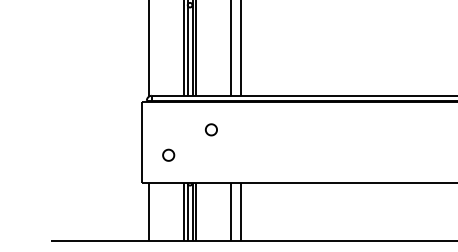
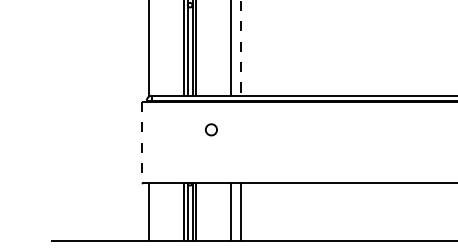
line at (240, 47): solid -> dashed
line at (141, 142): solid -> dashed
part at (168, 154): present -> none
